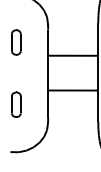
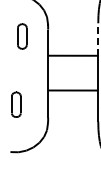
line at (98, 39): solid -> dashed
part at (16, 42) position: (16, 42) -> (22, 36)
